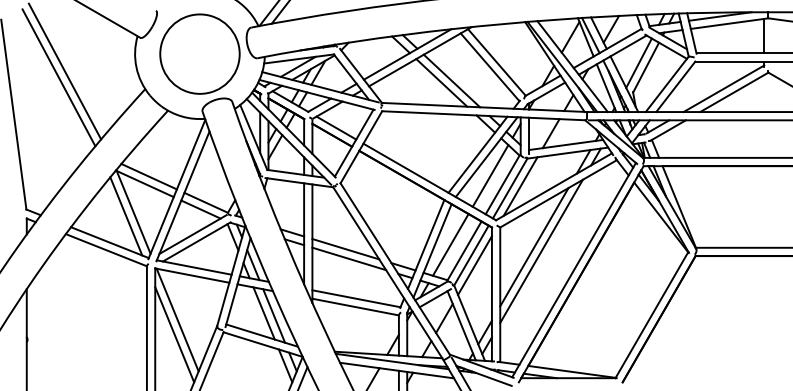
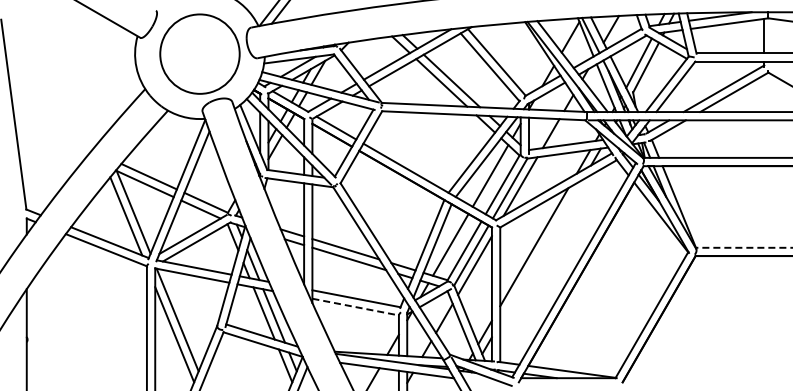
line at (64, 71): present -> none
line at (58, 77): present -> none
line at (743, 247): solid -> dashed
line at (541, 250): present -> none
line at (356, 307): solid -> dashed
